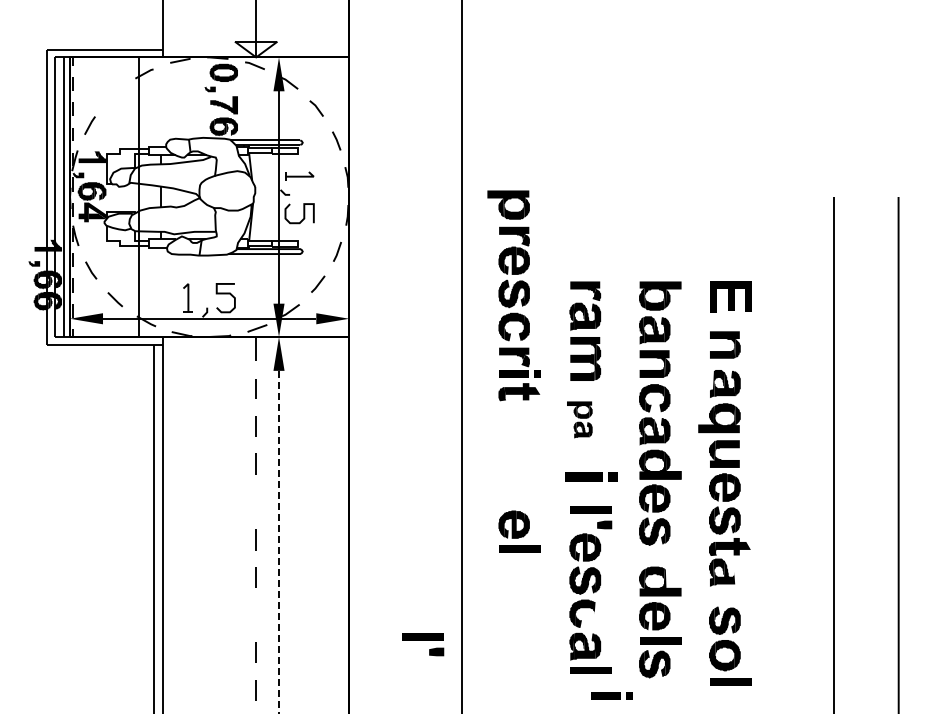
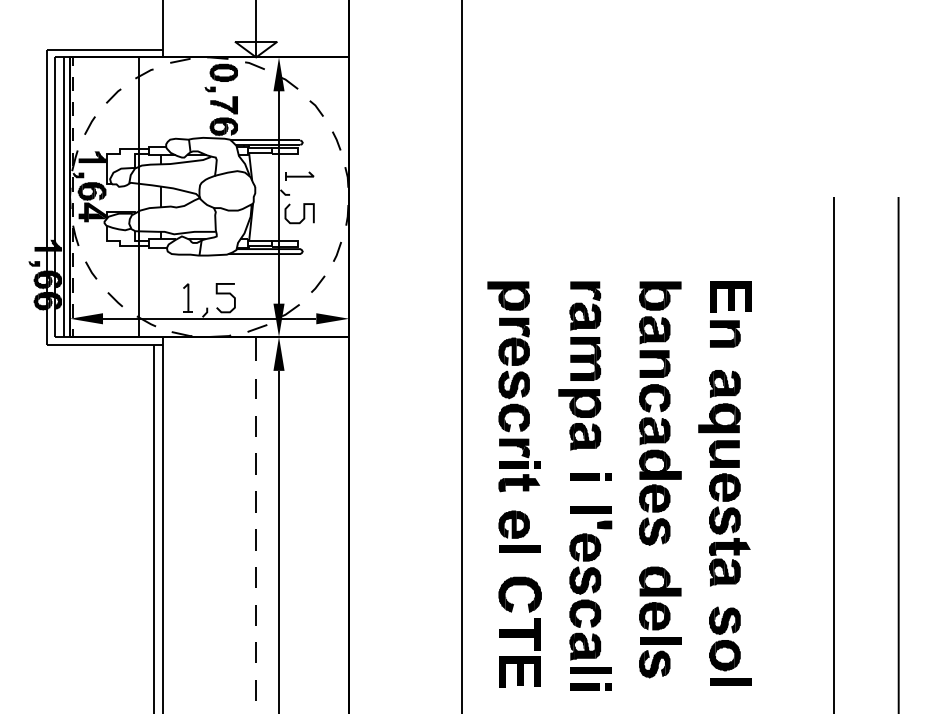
line at (113, 95): none -> present
part at (513, 295) position: (513, 295) -> (513, 386)
part at (725, 344) position: (725, 344) -> (725, 333)
fill at (711, 379): none -> present
part at (579, 419) size: 26x38 px -> 44x62 px
part at (591, 476) size: 53x10 px -> 42x8 px
line at (255, 501): none -> present
line at (279, 542): dashed -> solid
fill at (735, 571): none -> present
fill at (667, 578): none -> present
fill at (595, 614): none -> present
line at (255, 615): none -> present
part at (519, 631): none -> present
part at (423, 644): present -> none
part at (611, 695) position: (611, 695) -> (590, 686)
